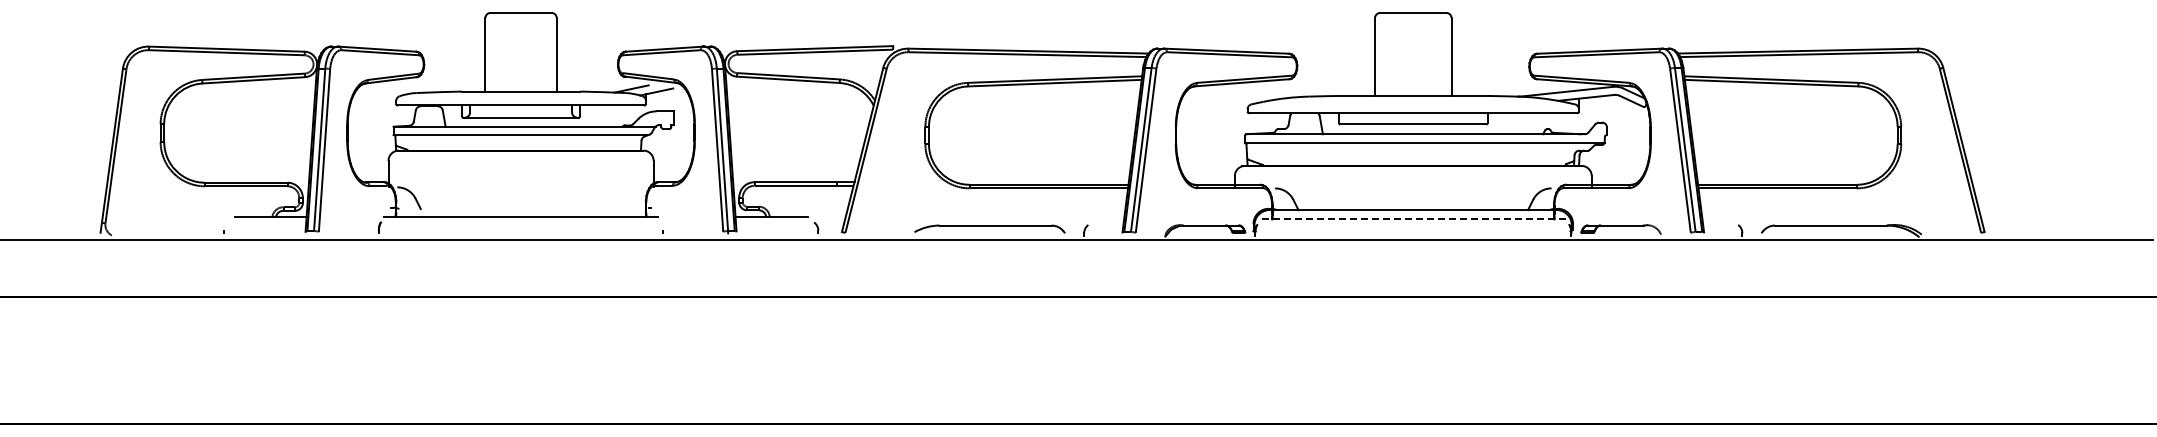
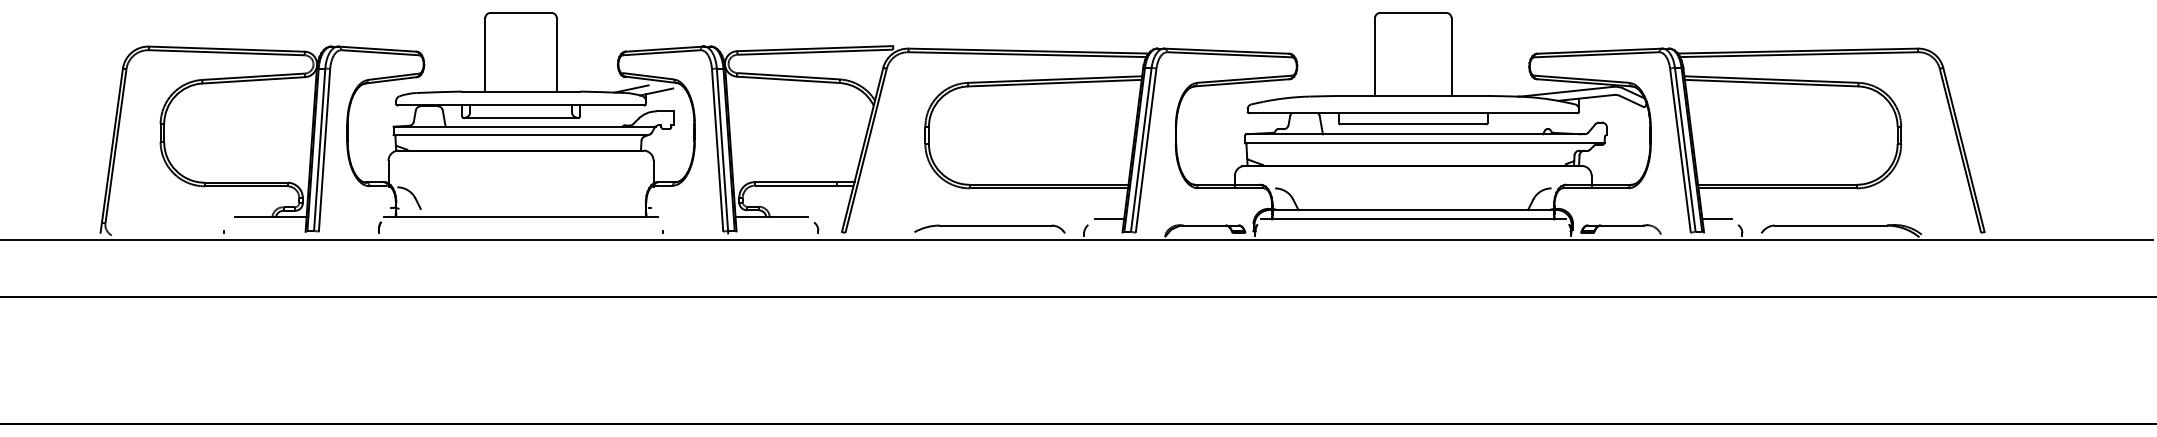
line at (1109, 219): none -> present
line at (1413, 219): dashed -> solid
line at (1716, 219): none -> present
